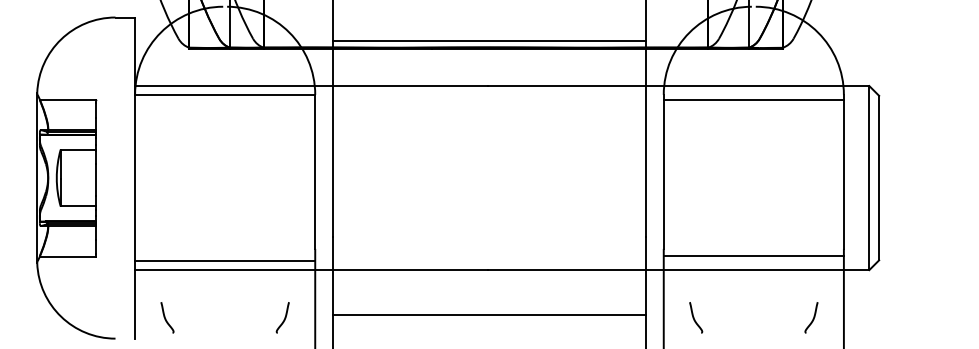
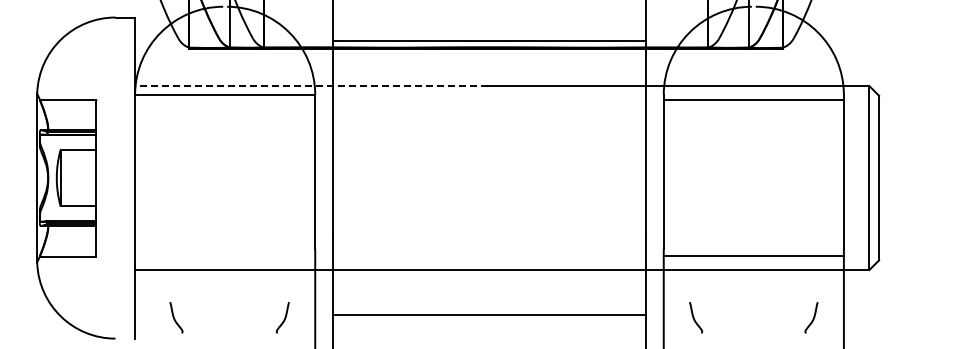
line at (310, 86): solid -> dashed
line at (225, 261): present -> none
curve at (166, 318) position: (166, 318) -> (175, 318)
